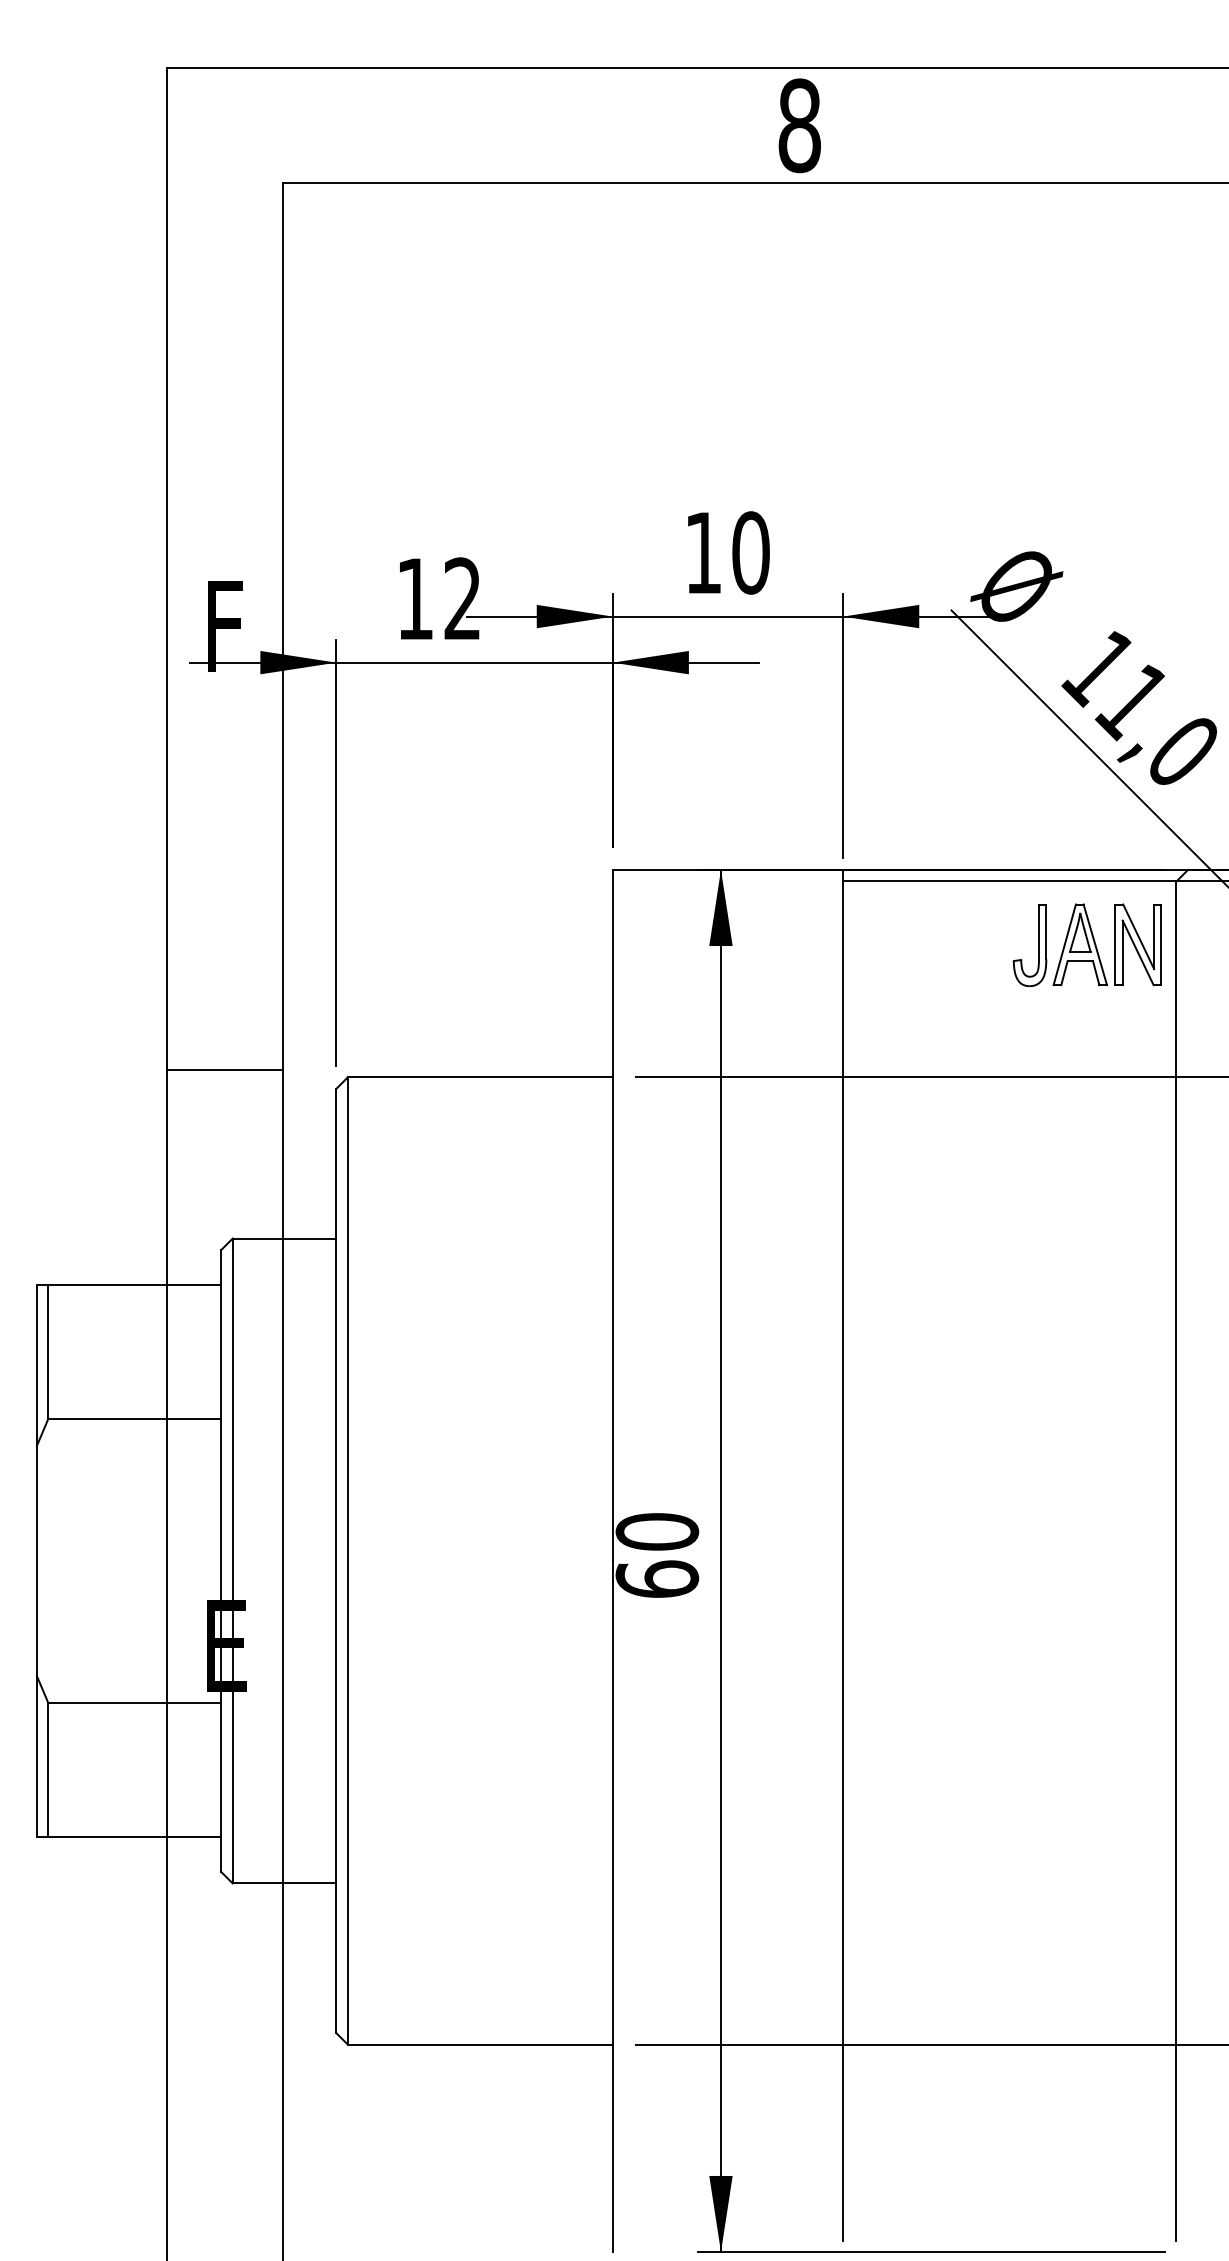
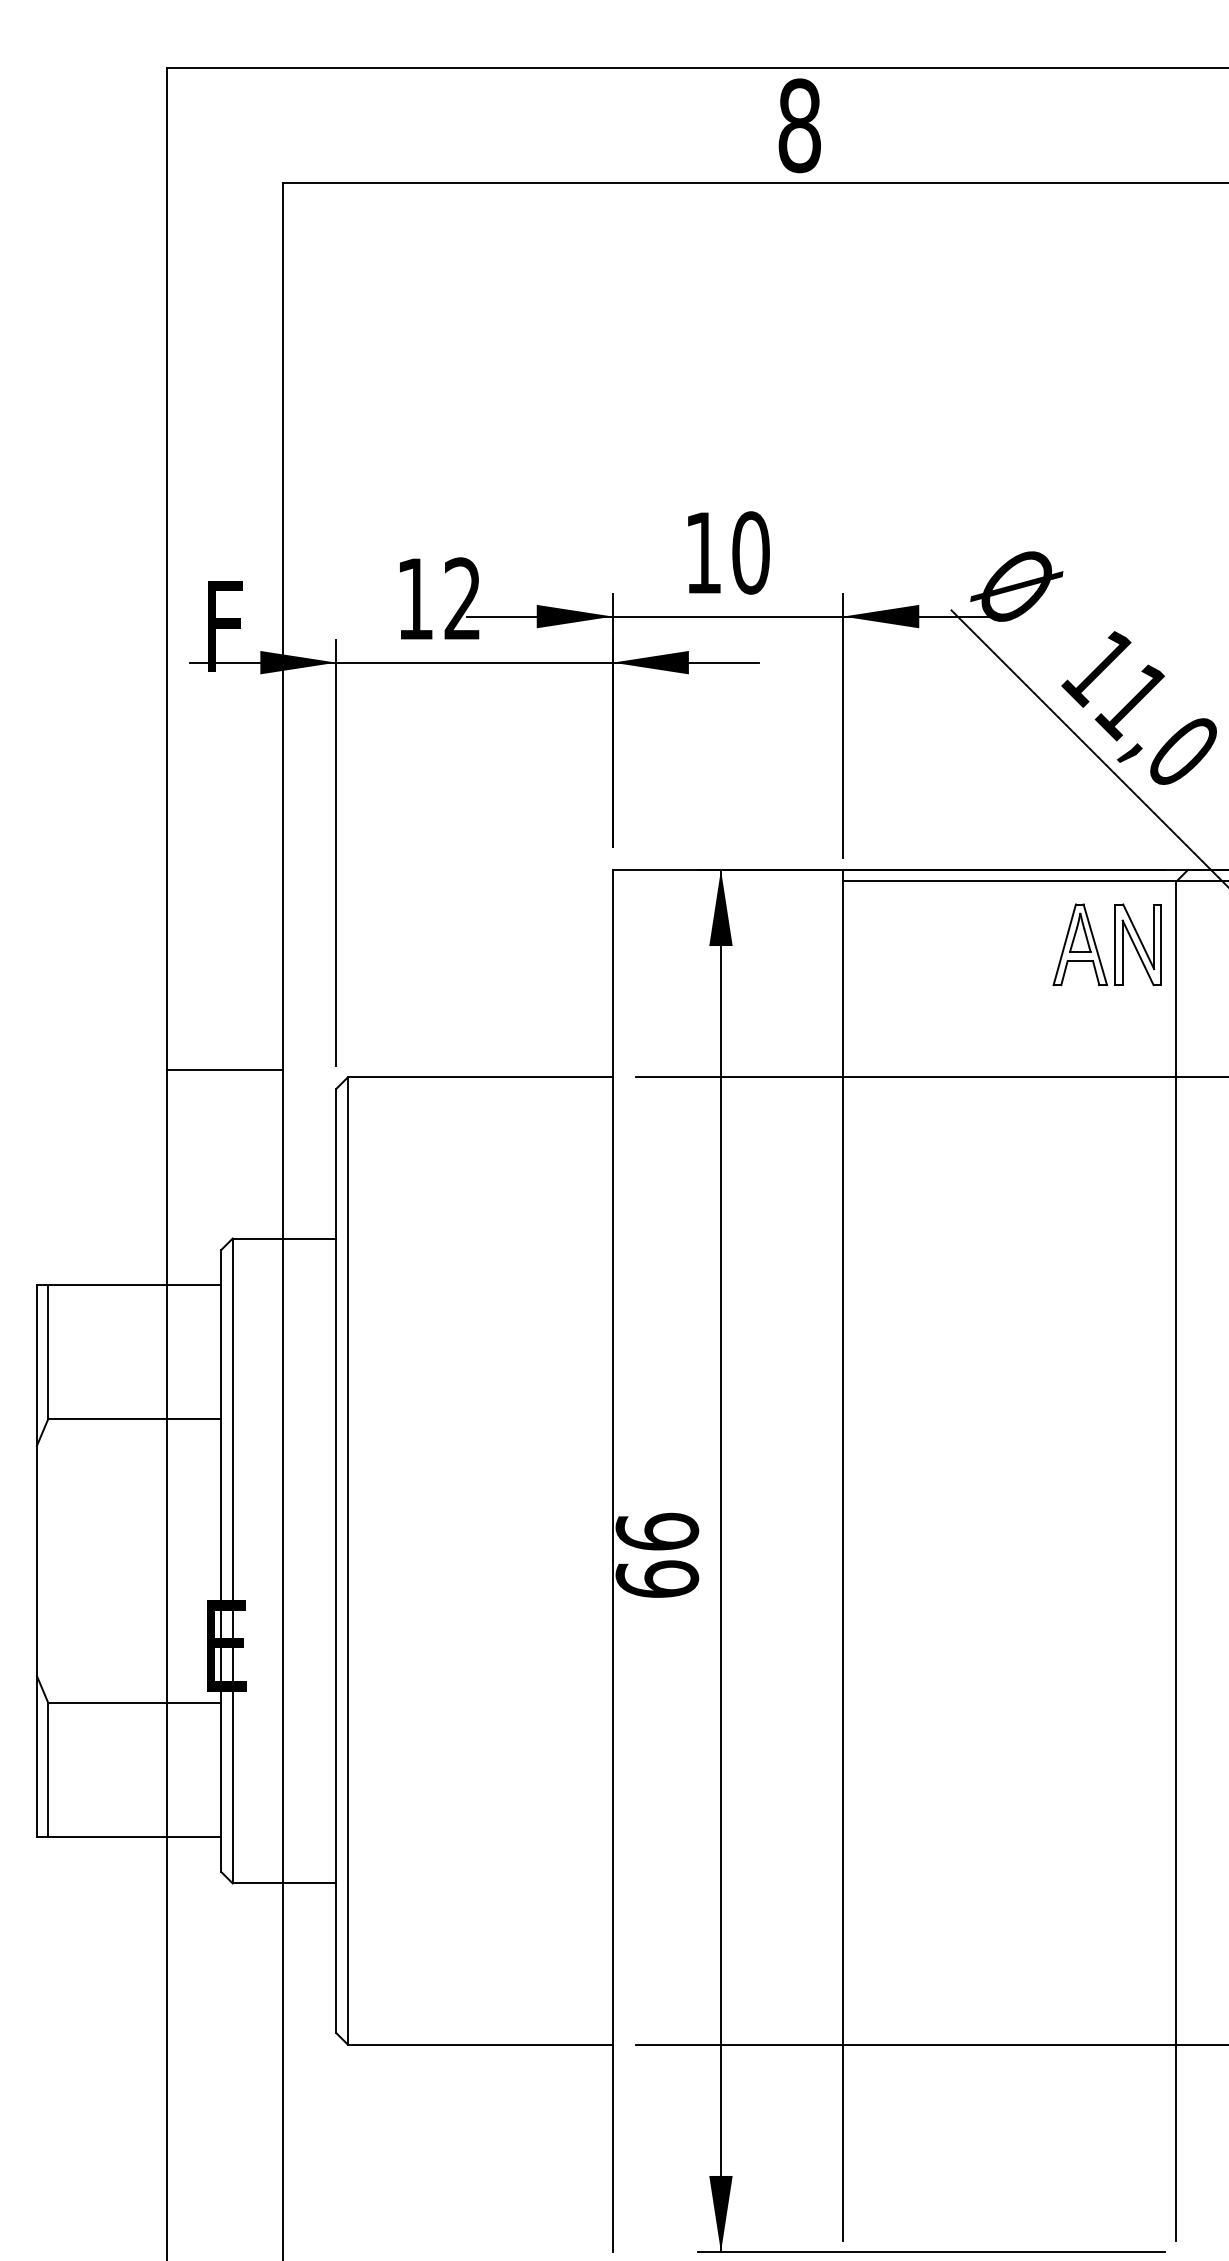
part at (1038, 945): present -> none
text at (657, 1531): 60 -> 66
